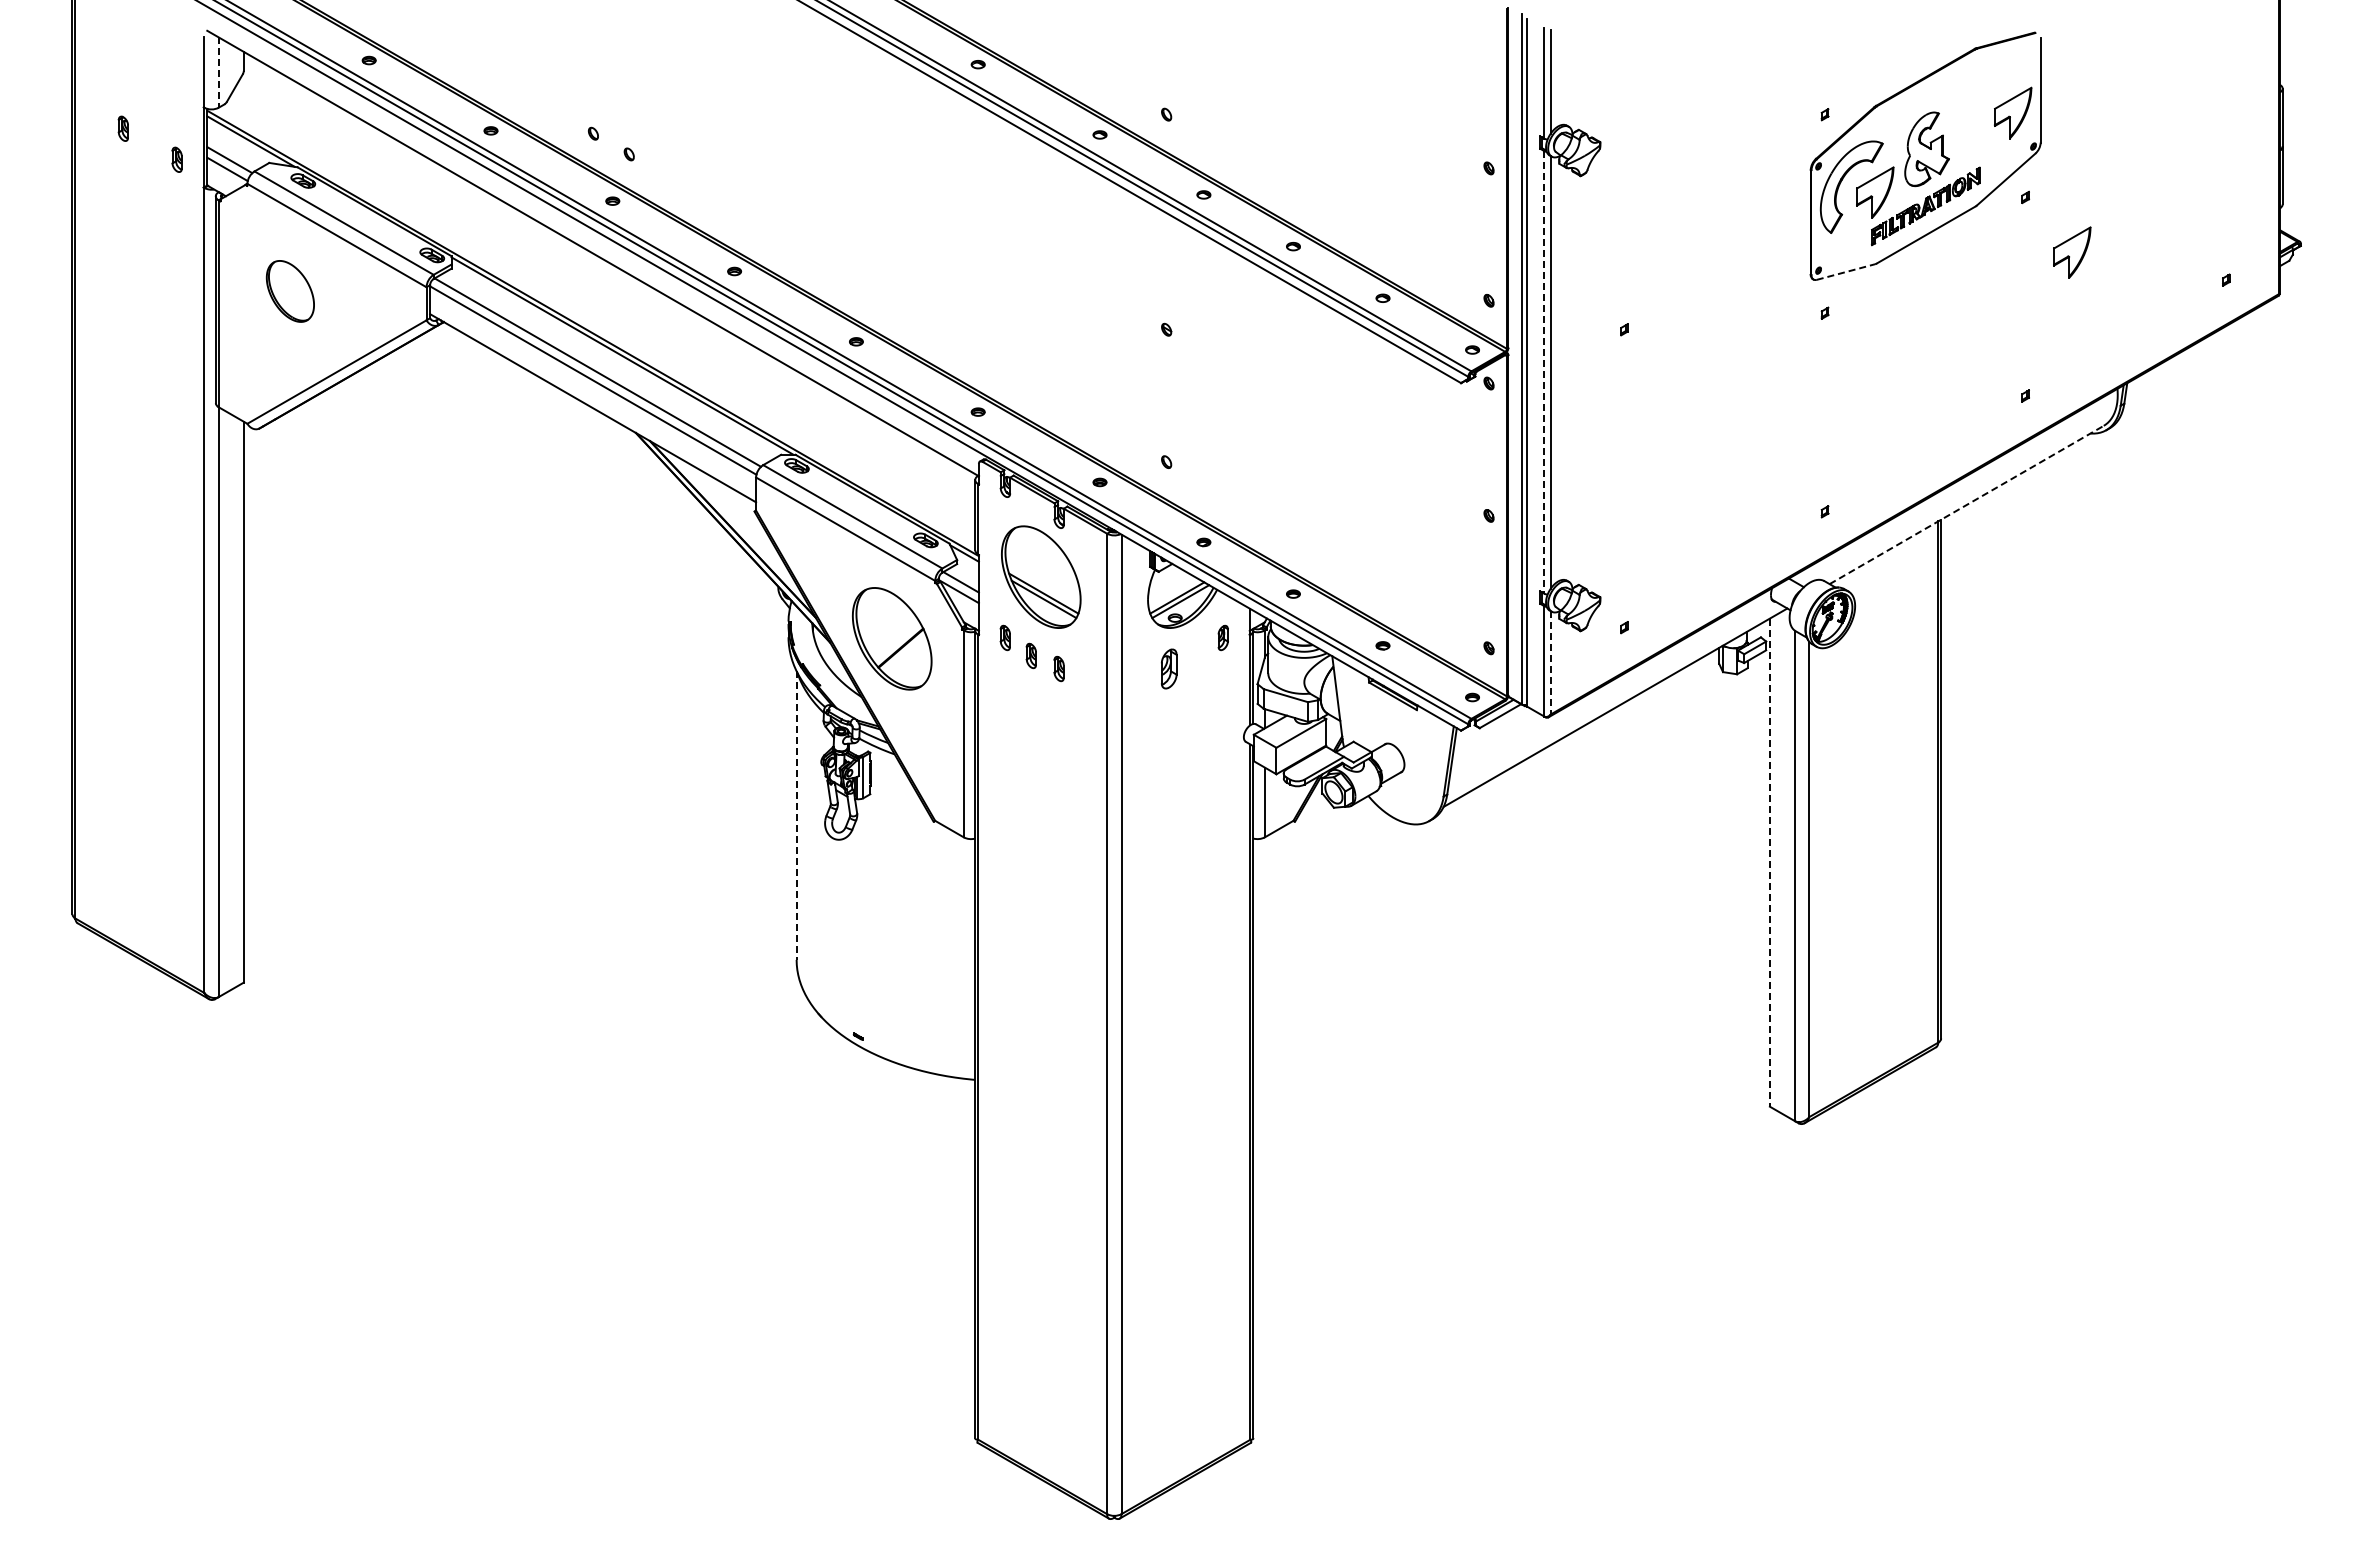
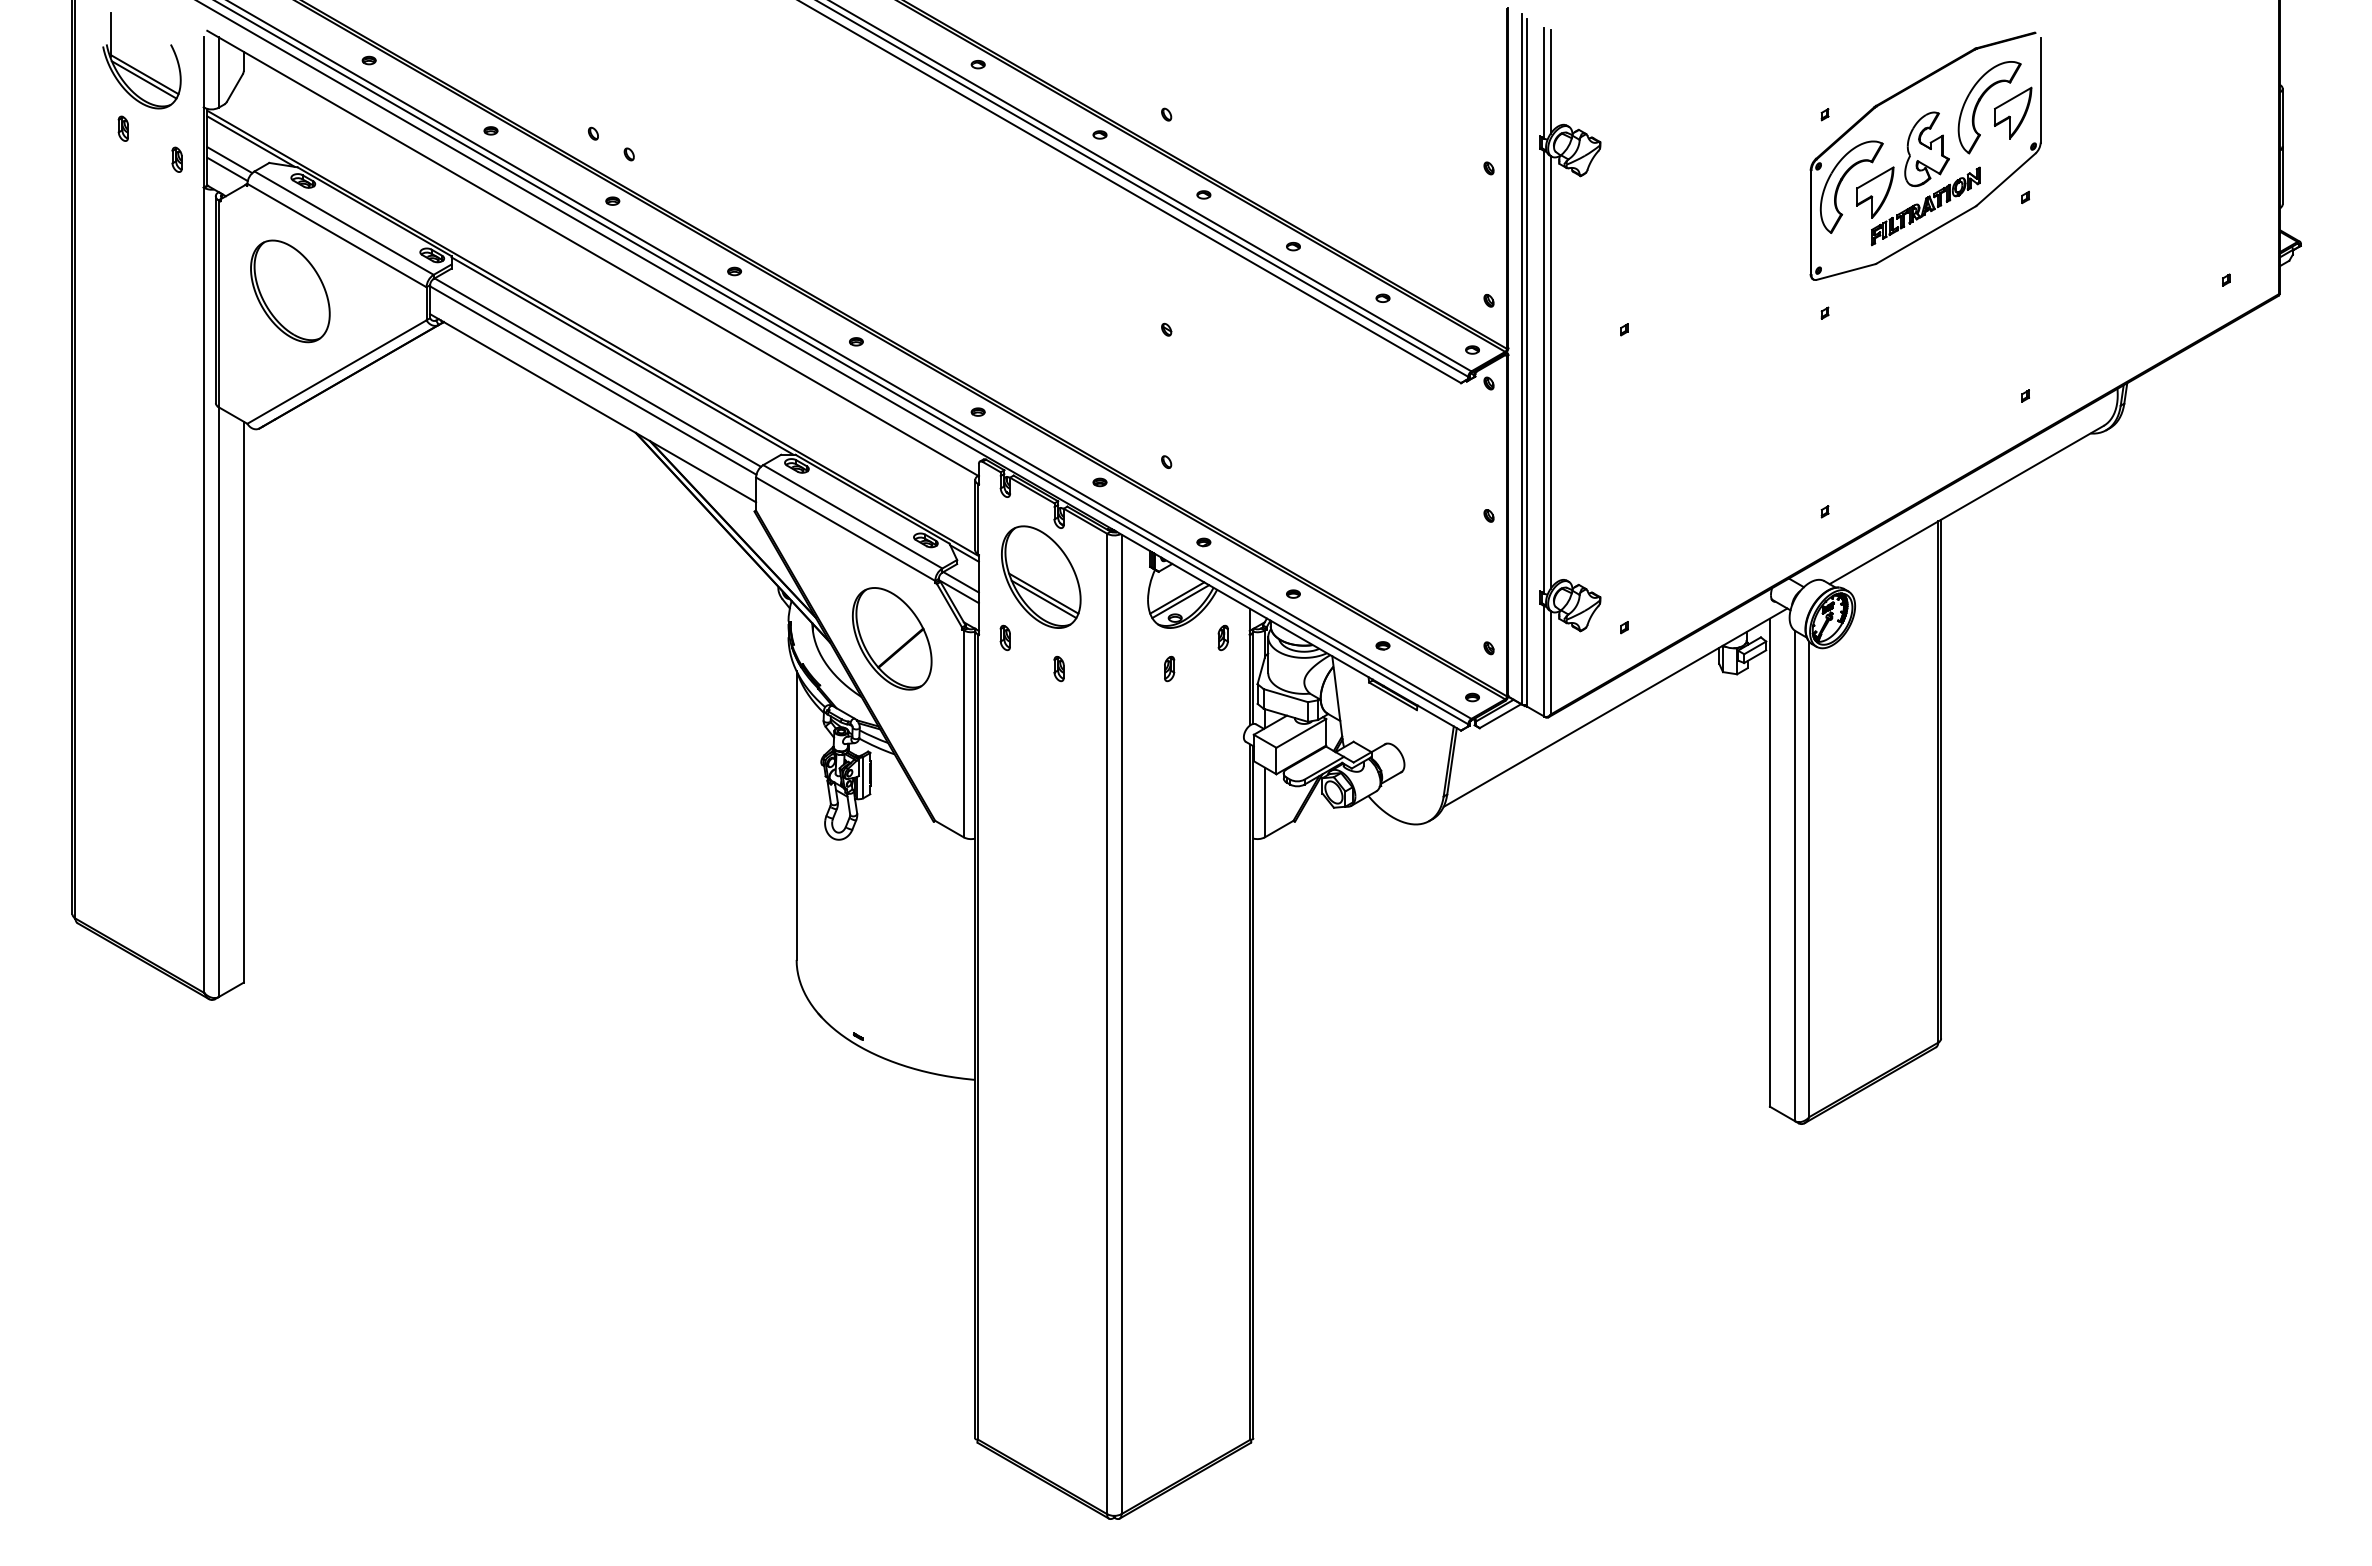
part at (136, 68): none -> present
line at (218, 73): dashed -> solid
part at (1980, 101): none -> present
part at (2072, 252): present -> none
line at (1846, 271): dashed -> solid
part at (289, 291) size: 50x63 px -> 81x105 px
line at (1544, 372): dashed -> solid
line at (1967, 504): dashed -> solid
part at (1030, 655): present -> none
line at (1550, 662): dashed -> solid
part at (1169, 668) size: 17x42 px -> 12x28 px
line at (796, 816): dashed -> solid
line at (1769, 863): dashed -> solid
